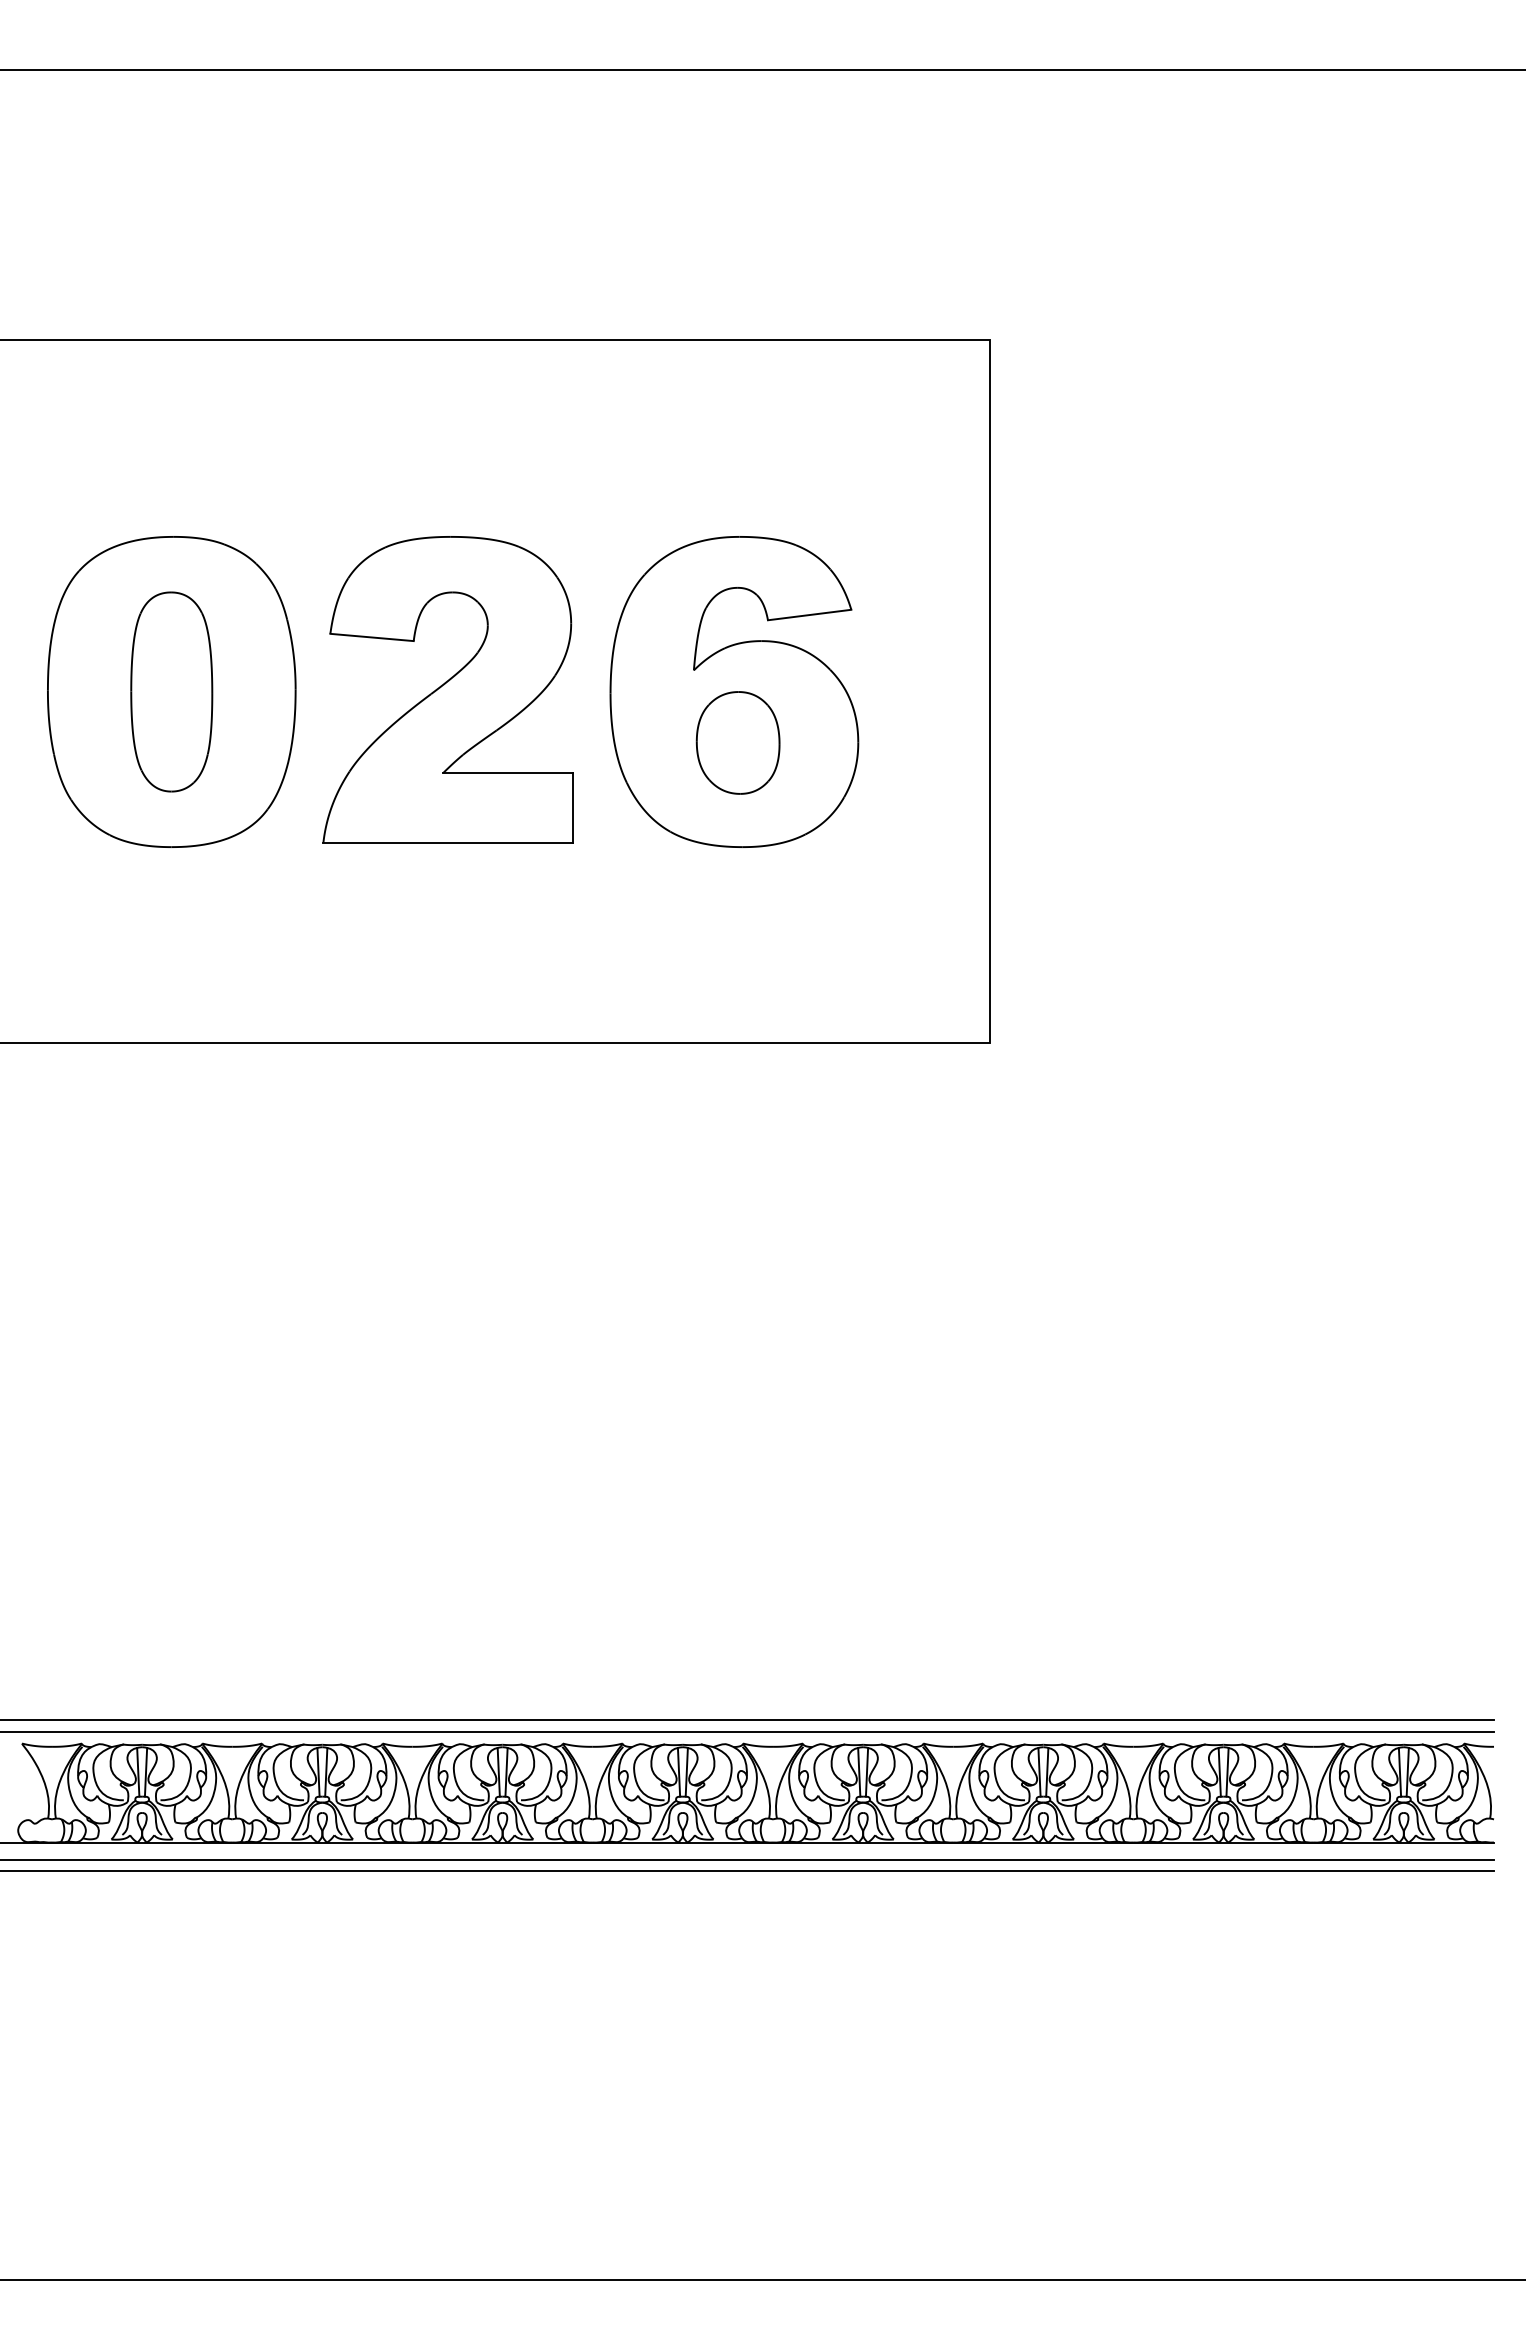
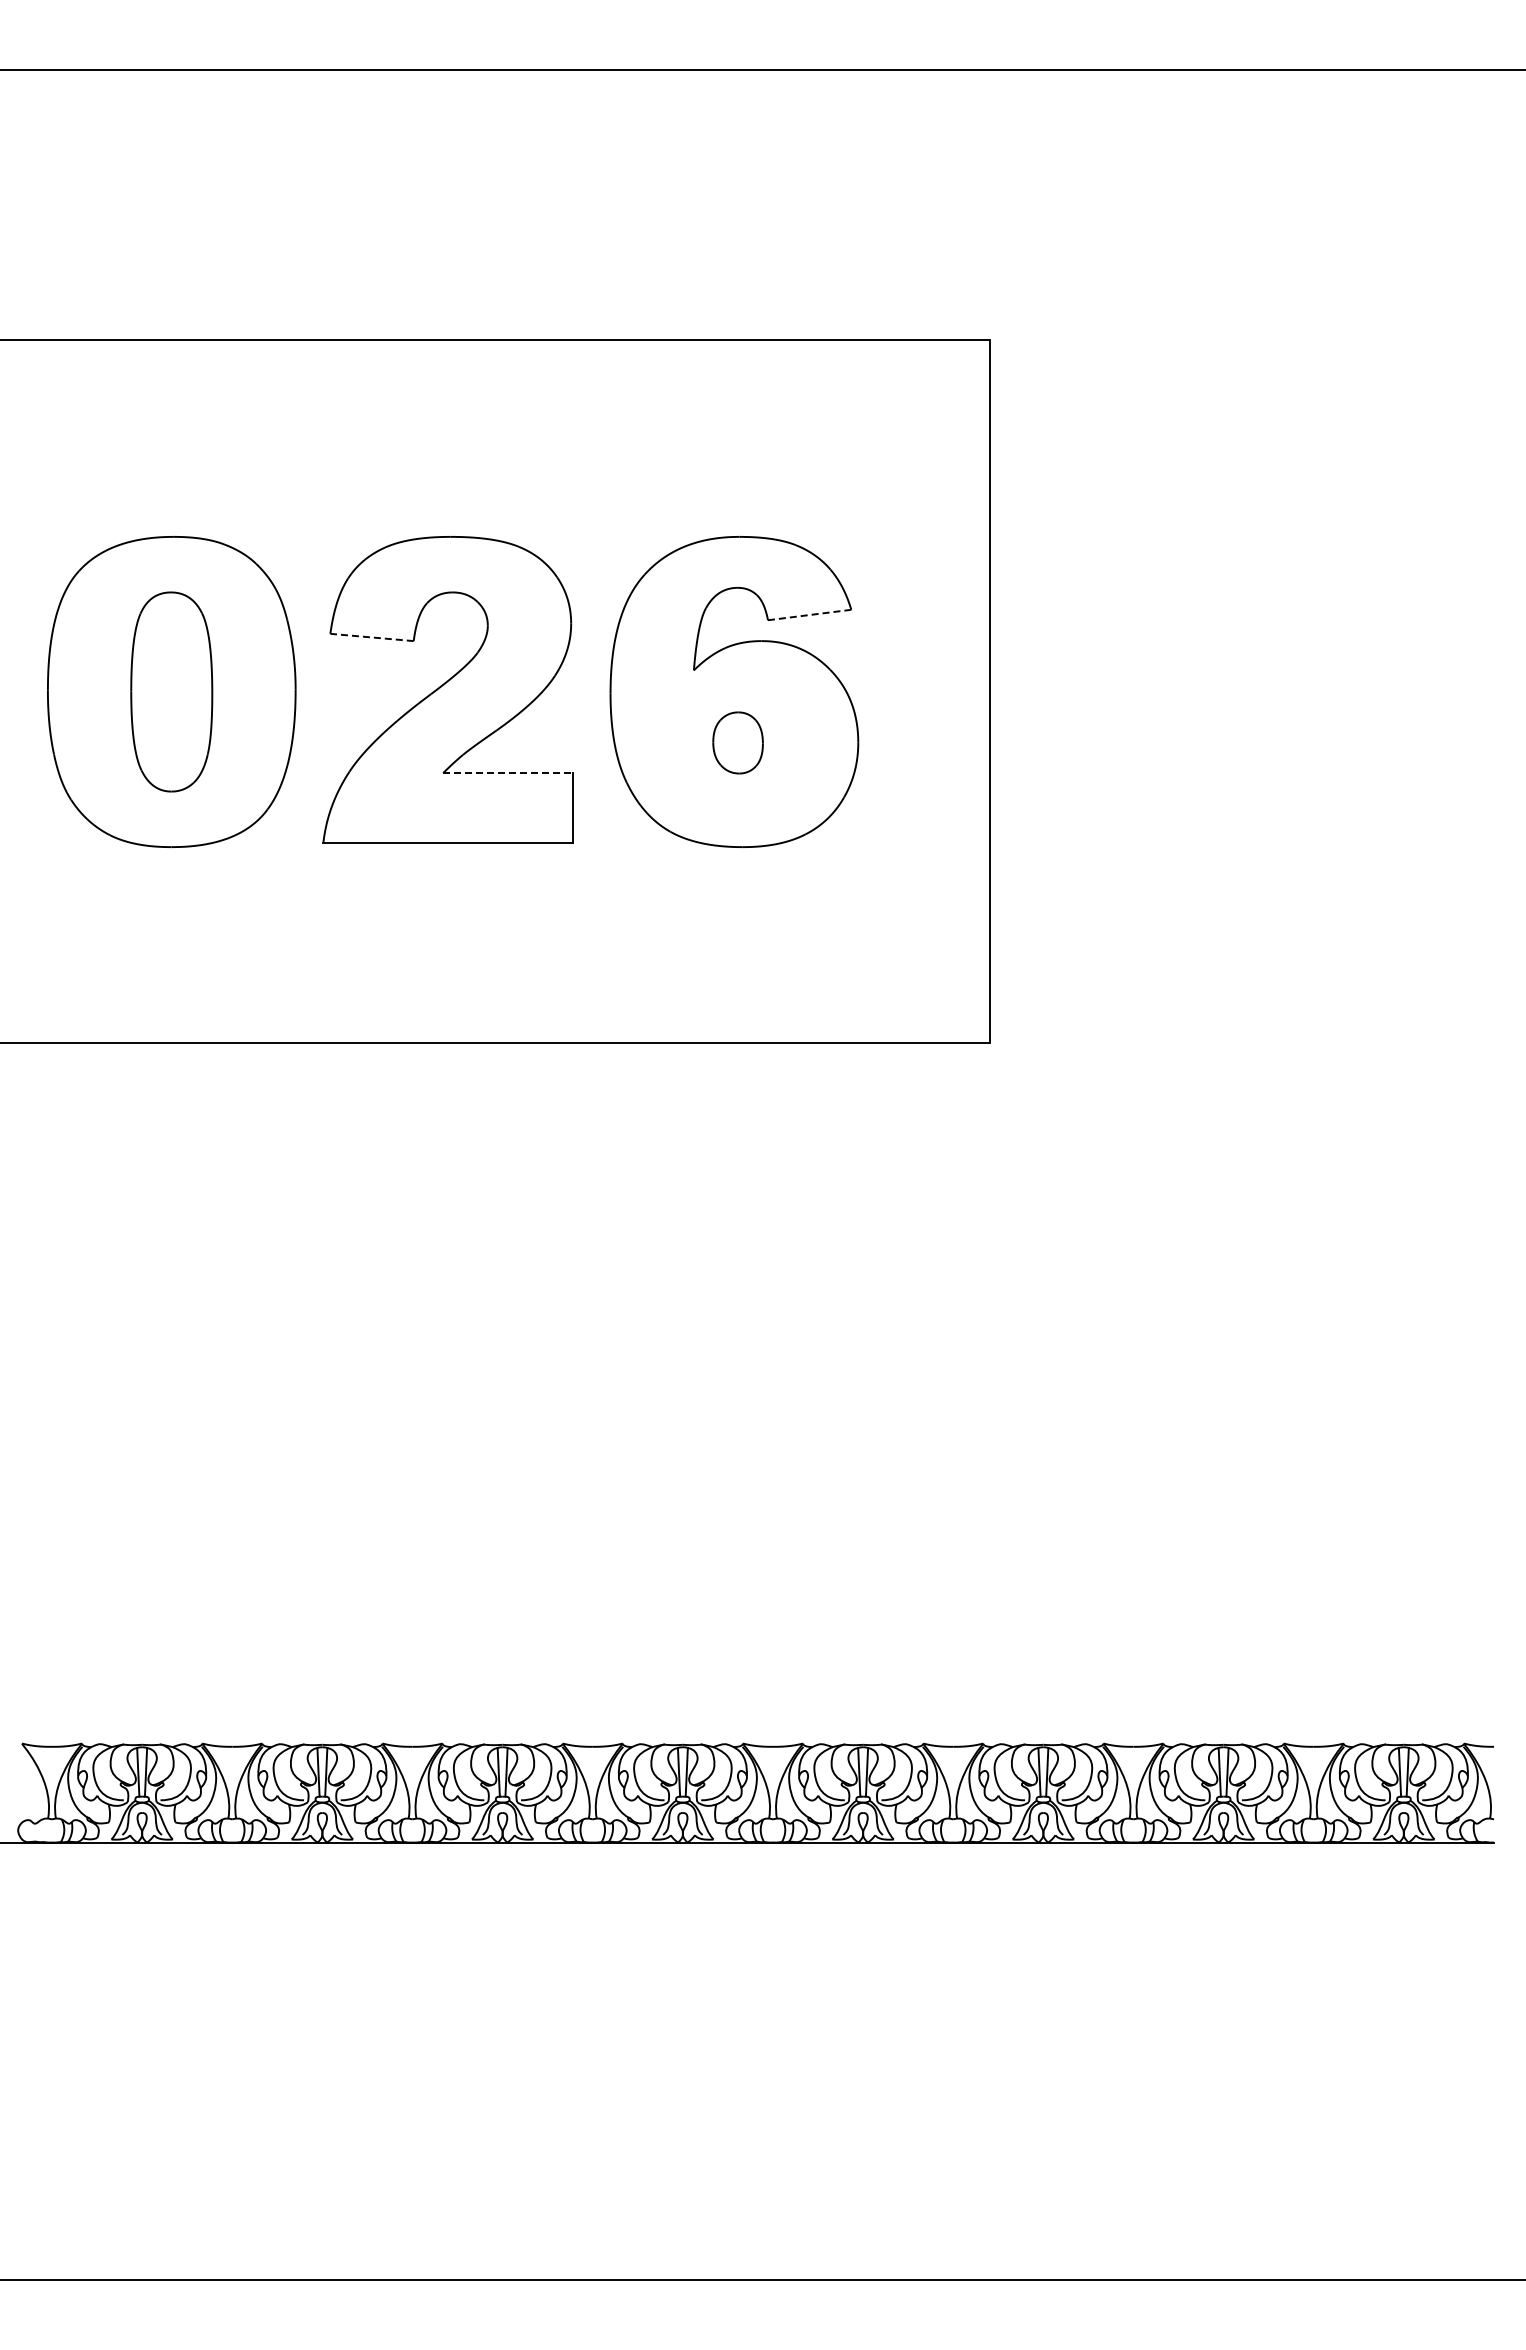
line at (809, 615): solid -> dashed
line at (372, 637): solid -> dashed
part at (737, 742) size: 86x104 px -> 52x64 px
line at (508, 773): solid -> dashed
line at (748, 1719): present -> none
line at (748, 1732): present -> none
line at (748, 1859): present -> none
line at (748, 1871): present -> none
